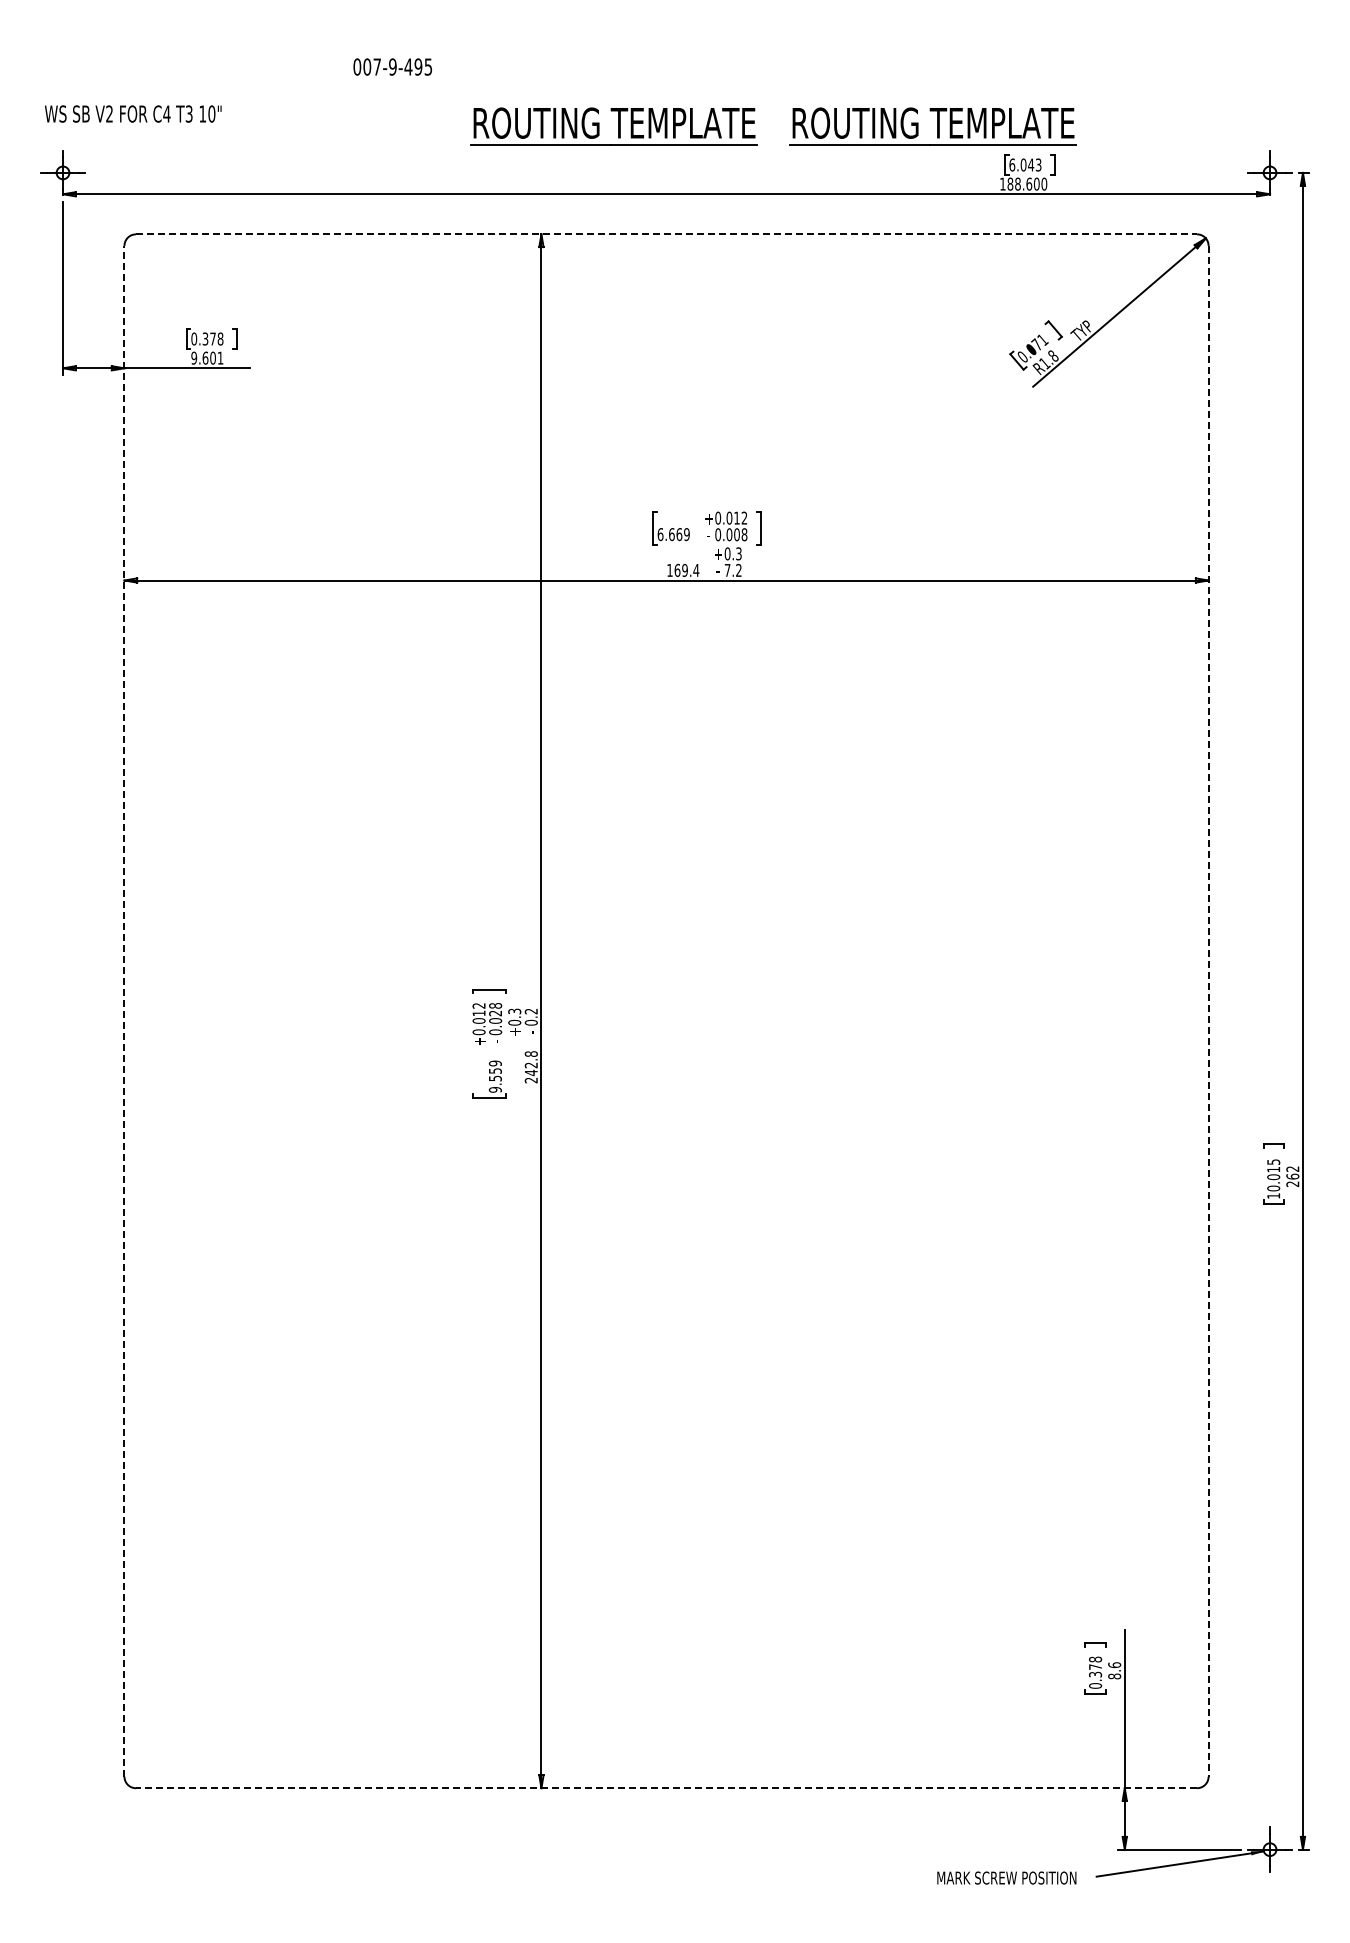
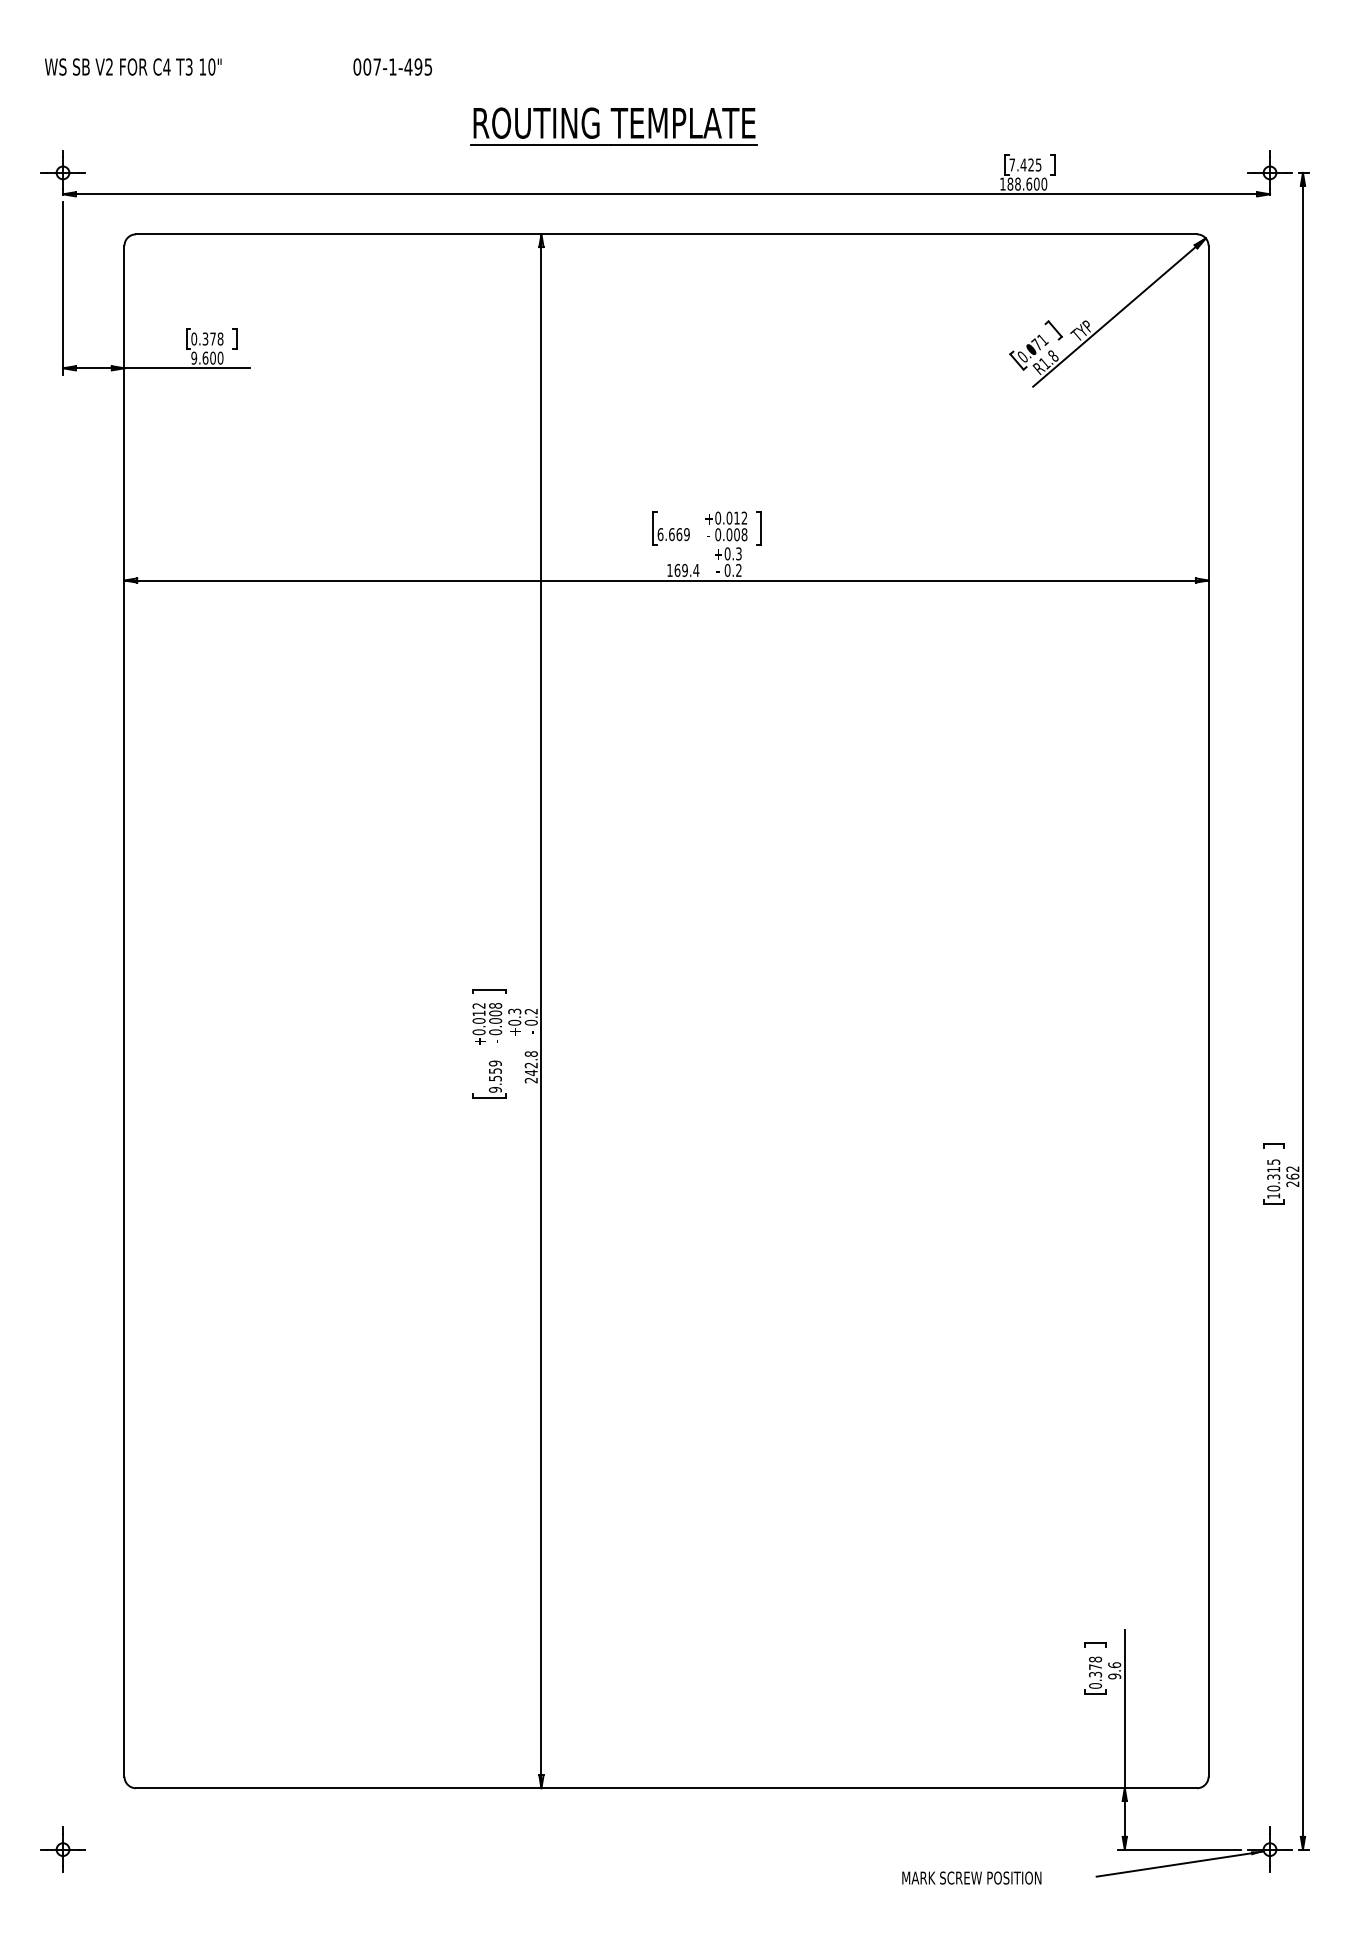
text at (392, 66): 007-9-495 -> 007-1-495
text at (133, 113) position: (133, 113) -> (133, 66)
part at (932, 126): present -> none
text at (1025, 164): 6.043 -> 7.425
line at (666, 234): dashed -> solid
text at (220, 357): 9.601 -> 9.600
text at (727, 569): 7.2 -> 0.2
line at (124, 1010): dashed -> solid
line at (1208, 1011): dashed -> solid
text at (495, 1013): 0.028 -> 0.008
text at (1273, 1177): 10.015 -> 10.315
text at (1114, 1676): 8.6 -> 9.6
line at (666, 1788): dashed -> solid
part at (62, 1849): none -> present
text at (1006, 1877) position: (1006, 1877) -> (971, 1877)
